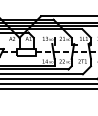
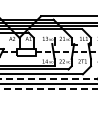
line at (49, 79): solid -> dashed
line at (49, 88): solid -> dashed
